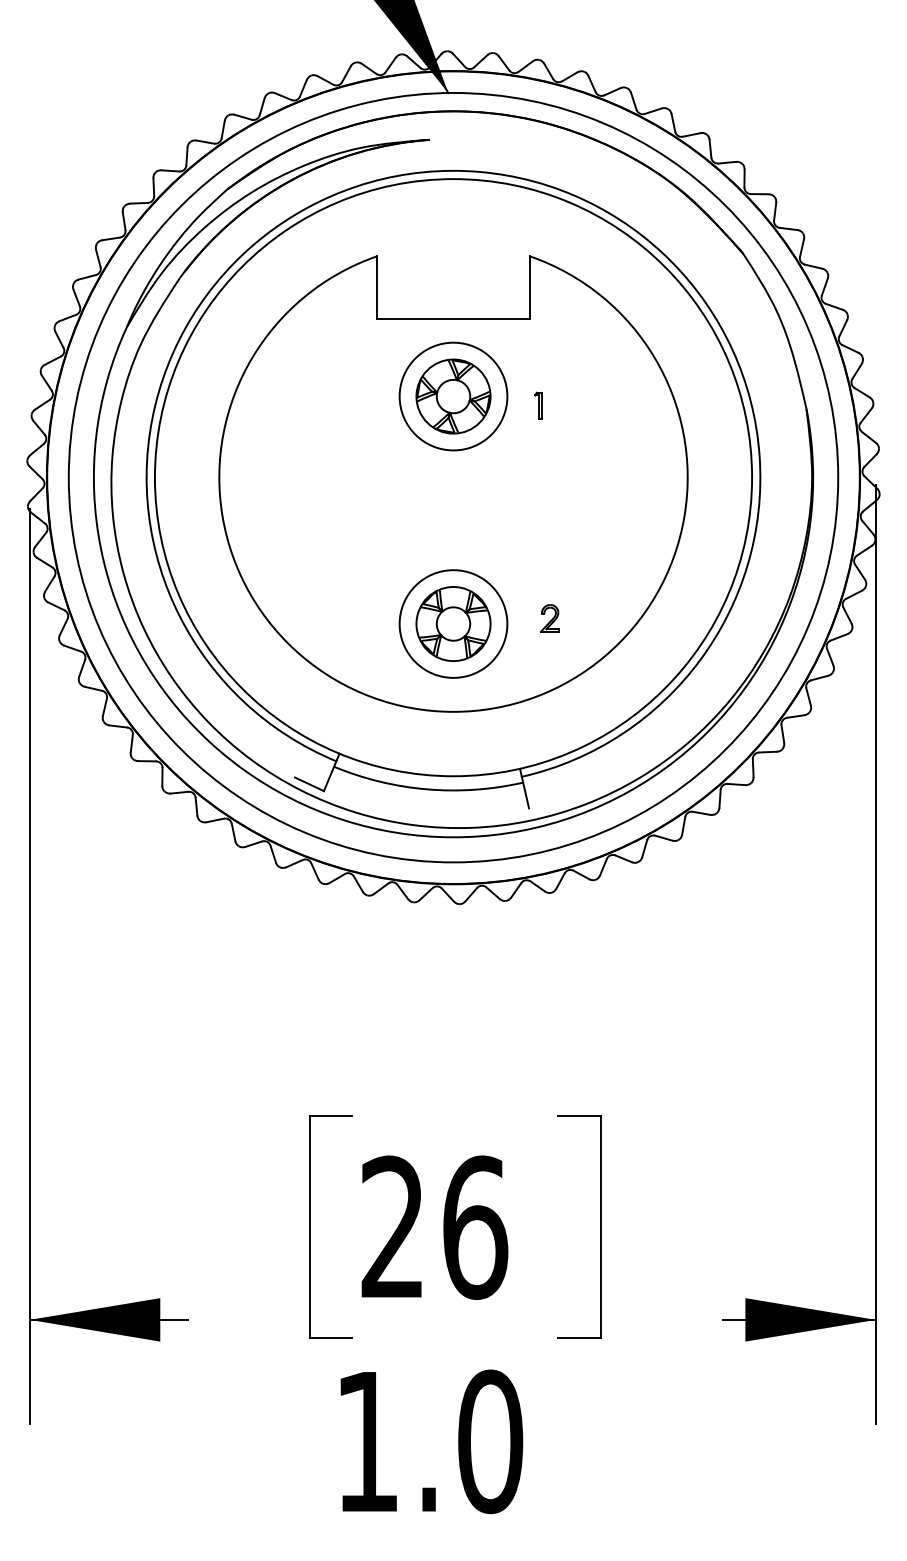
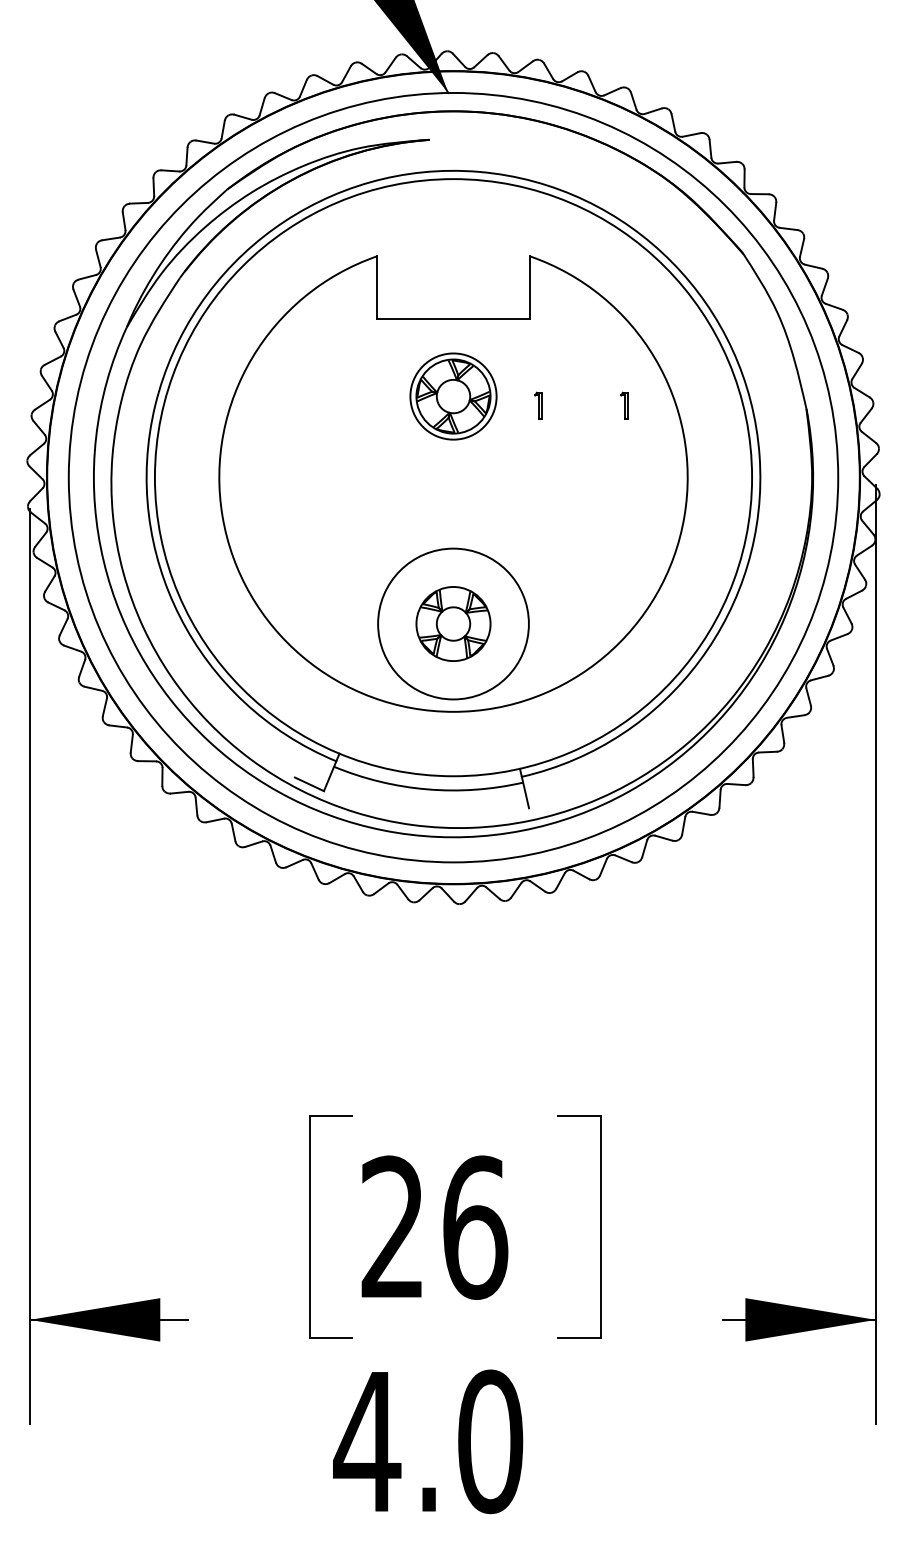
circle at (453, 396) diameter: 108 px -> 86 px
part at (624, 405): none -> present
part at (549, 618): present -> none
circle at (453, 623) diameter: 108 px -> 151 px
text at (367, 1441): 1.0 -> 4.0
